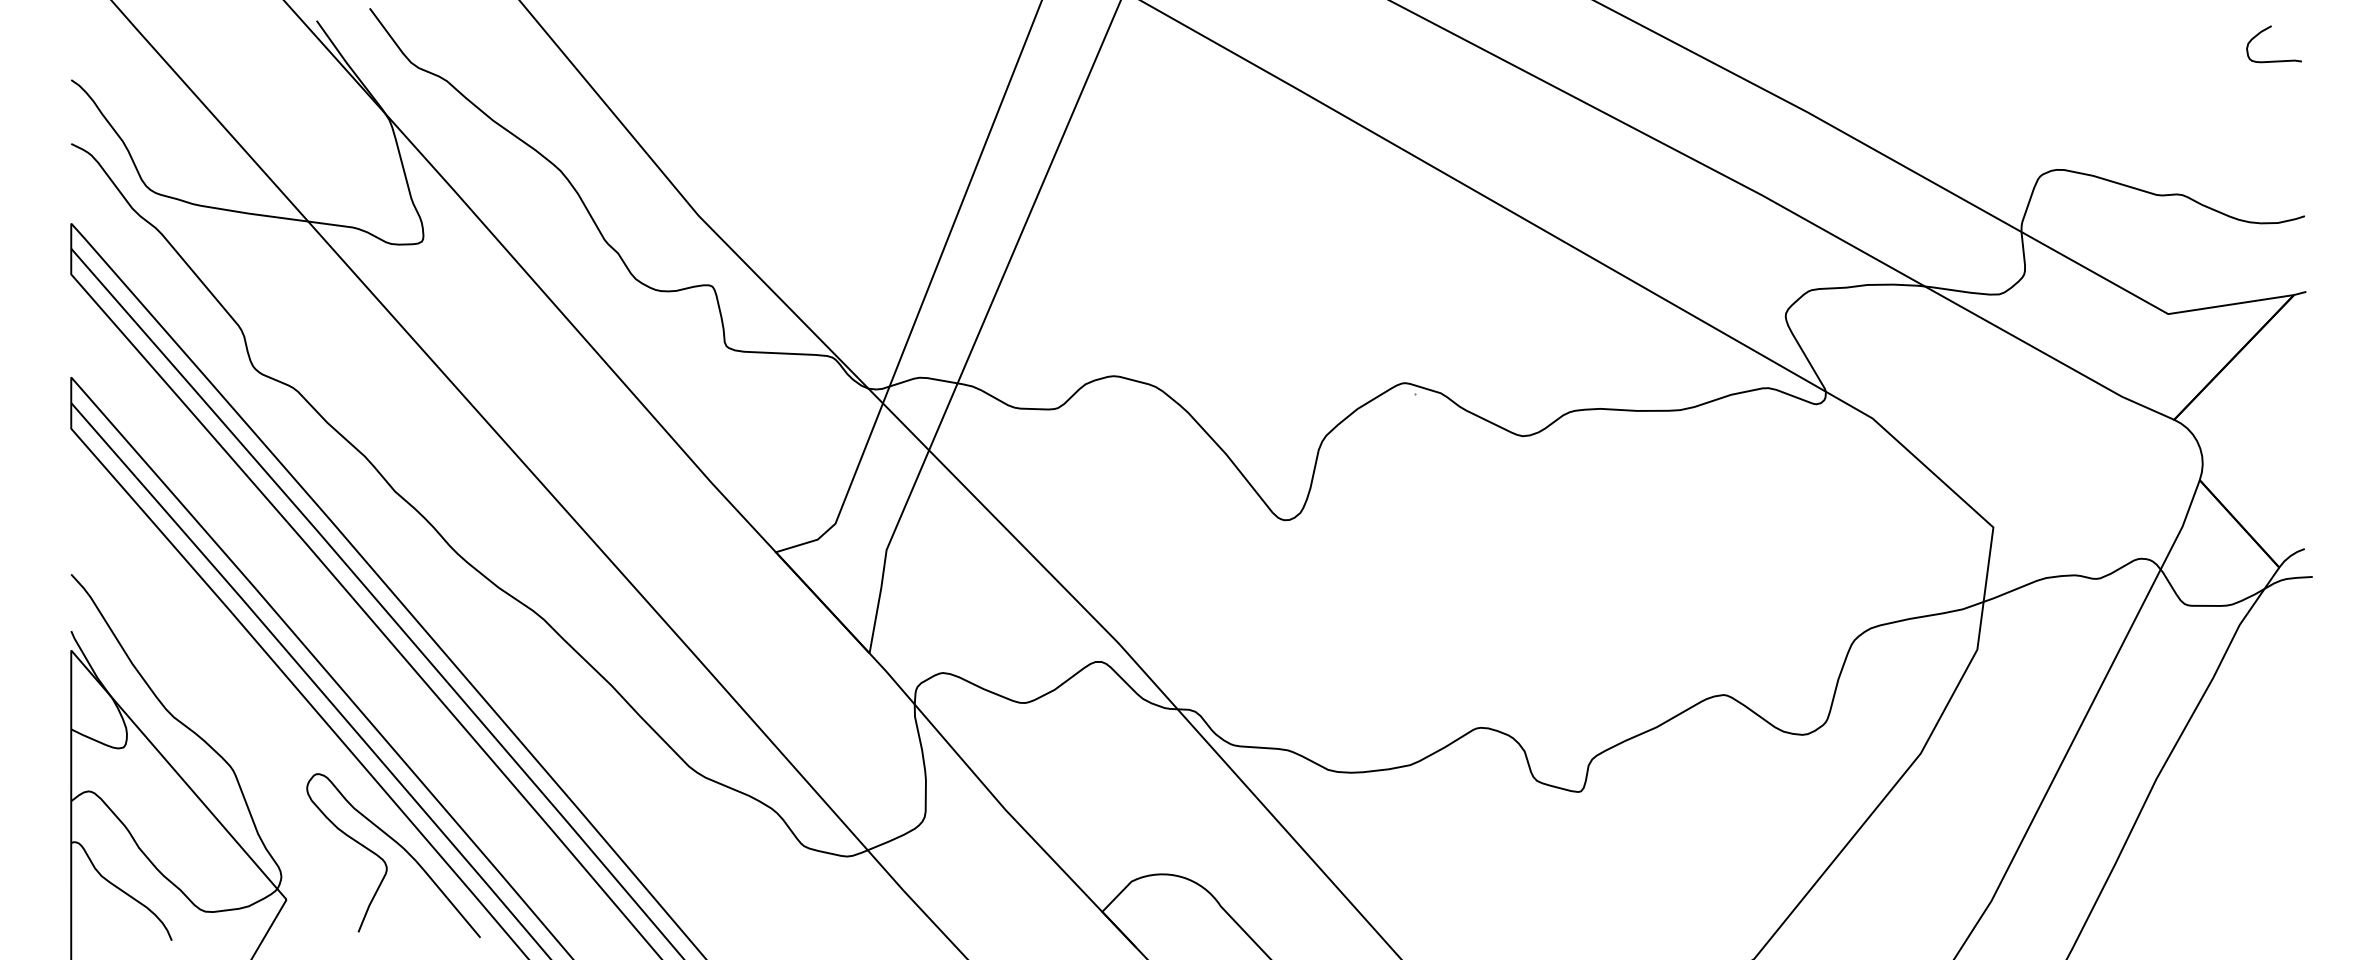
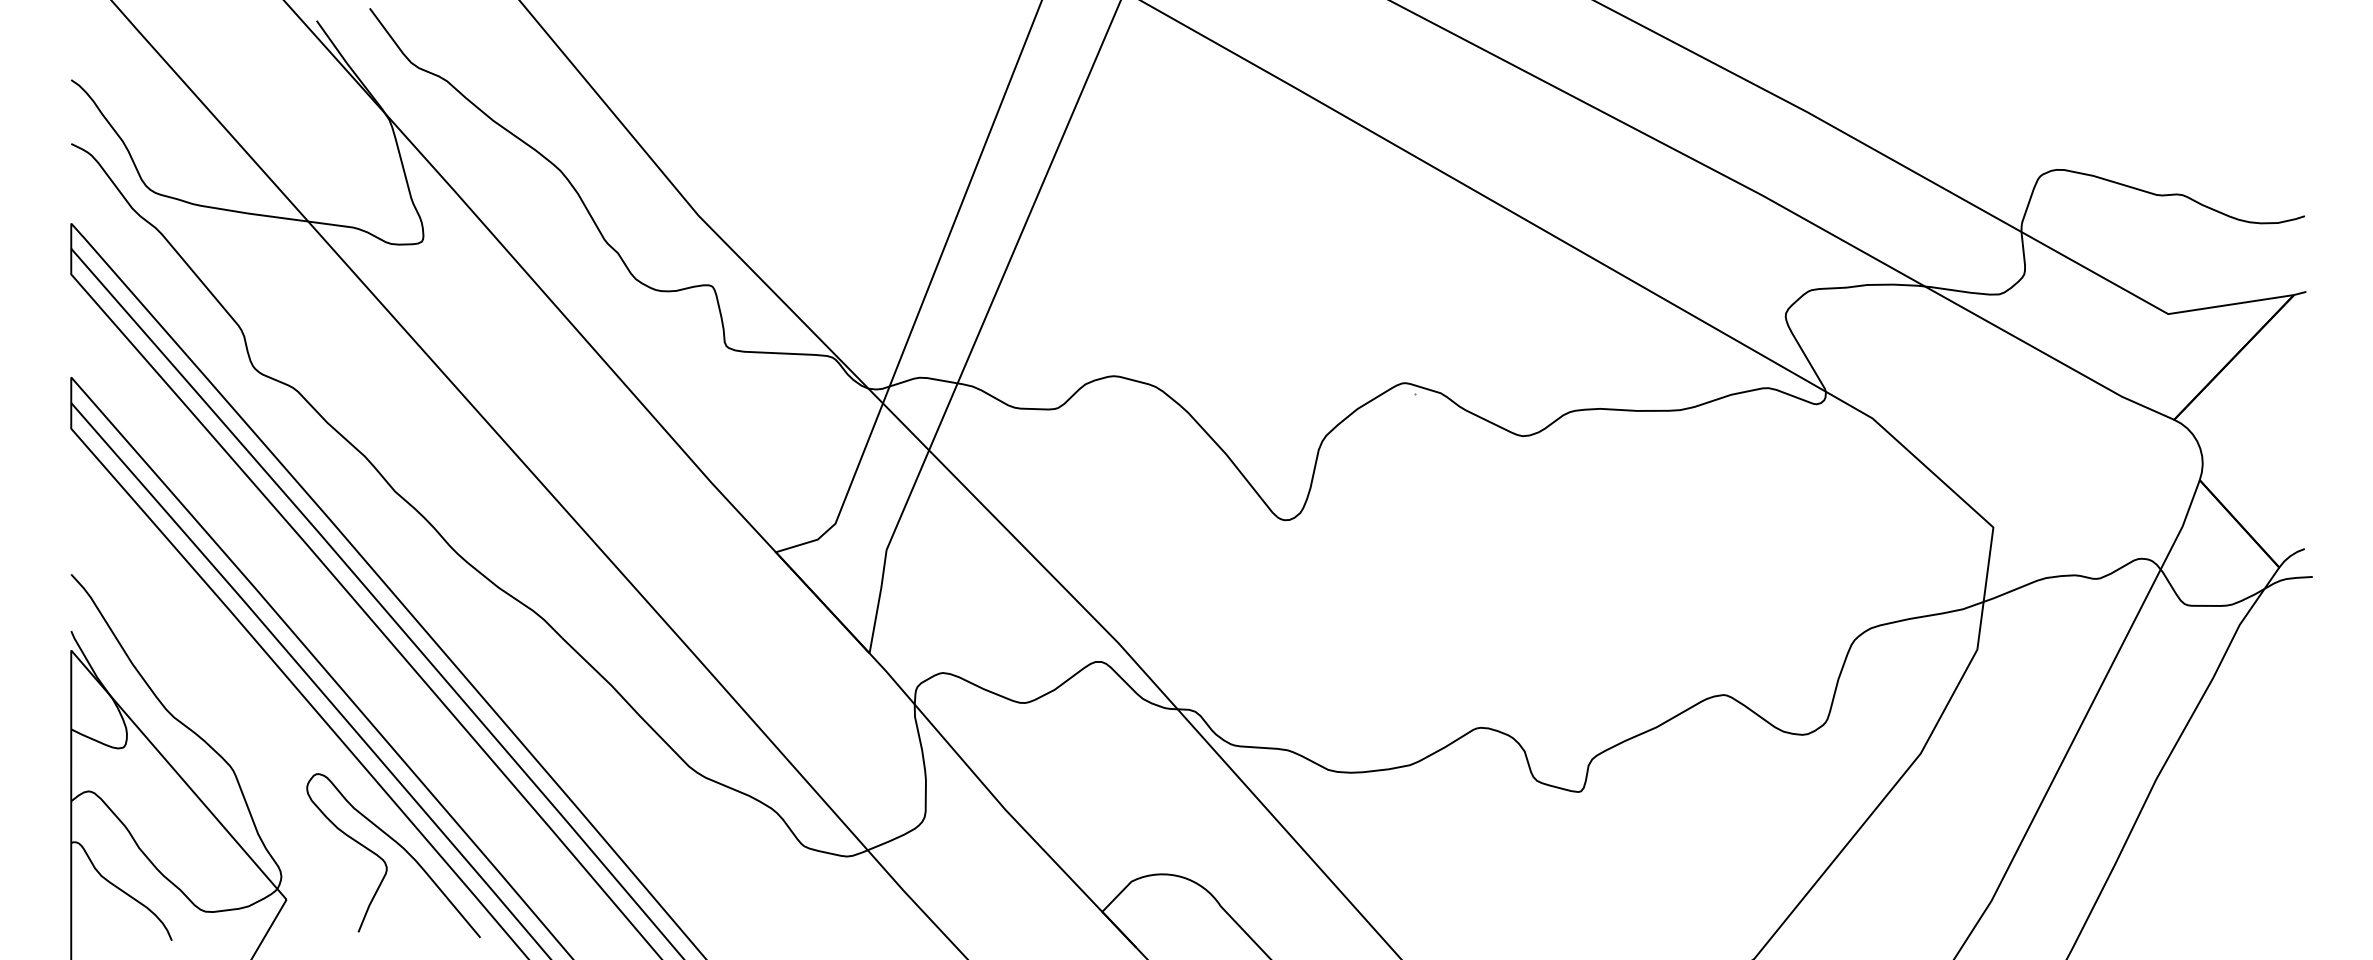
curve at (2264, 31): present -> none
